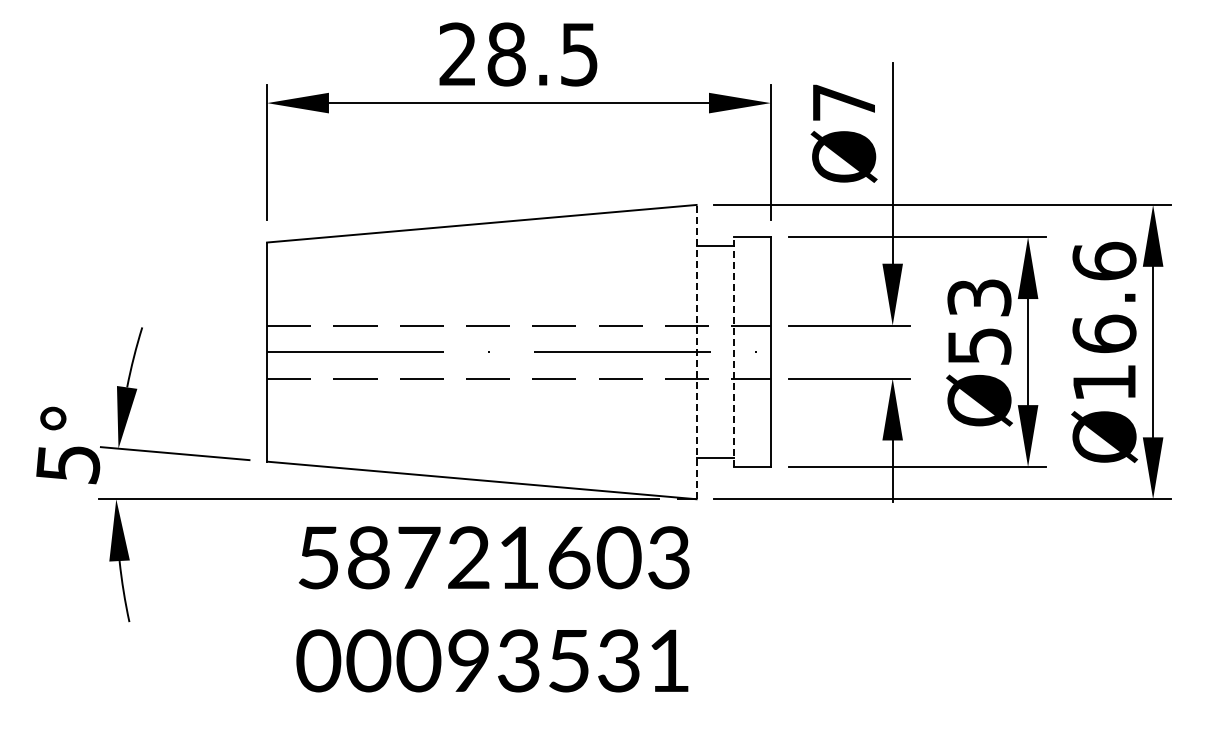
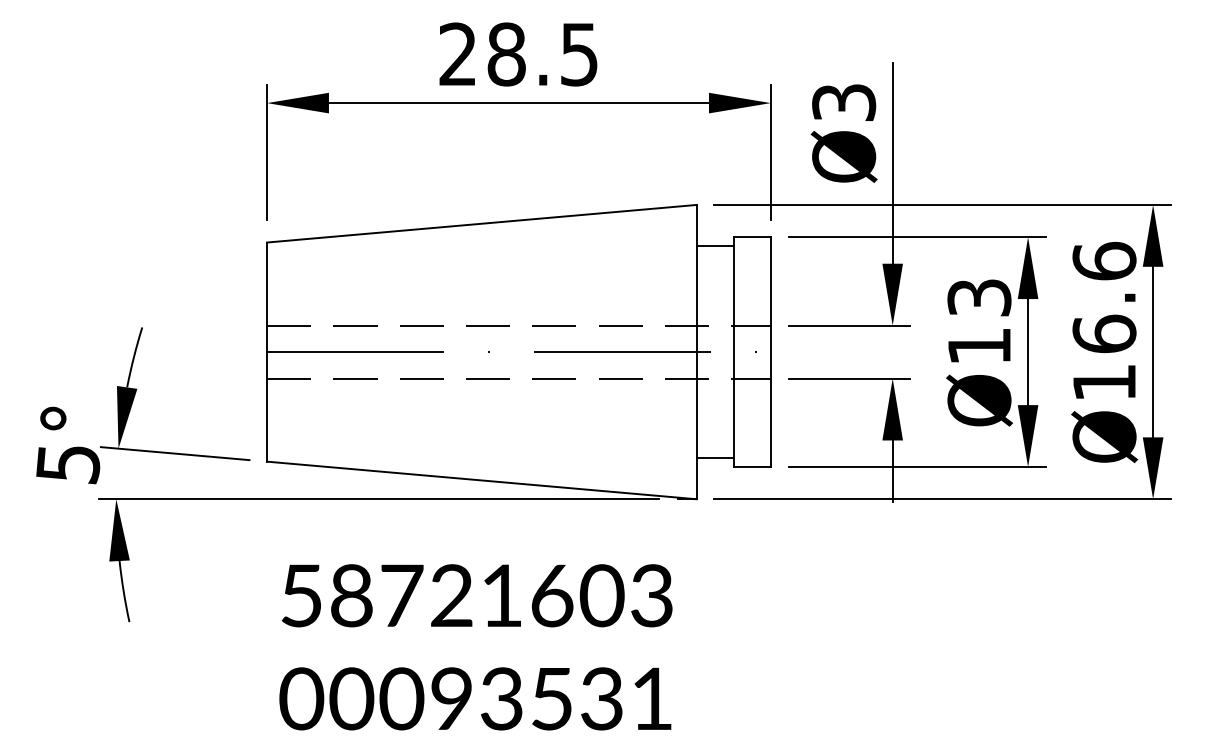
text at (844, 102): Ø7 -> Ø3
text at (979, 346): Ø53 -> Ø13
line at (696, 351): dashed -> solid
line at (733, 352): dashed -> solid
text at (492, 609) position: (492, 609) -> (475, 647)
